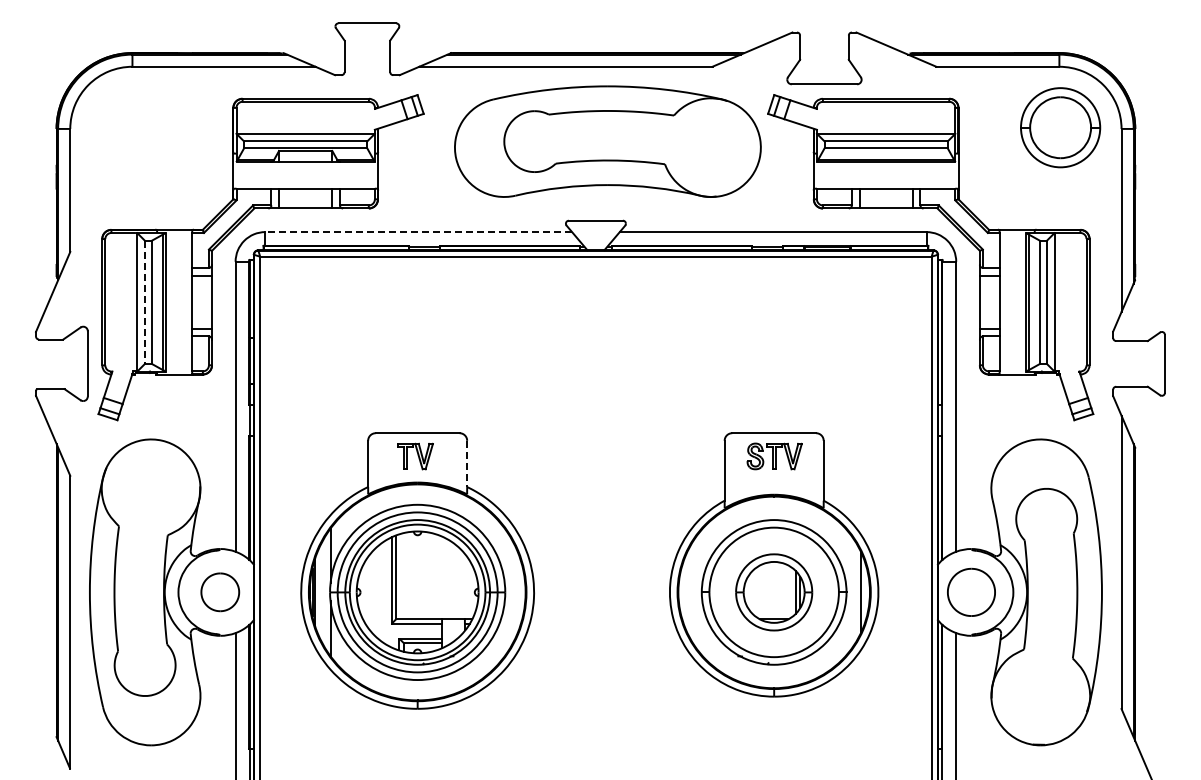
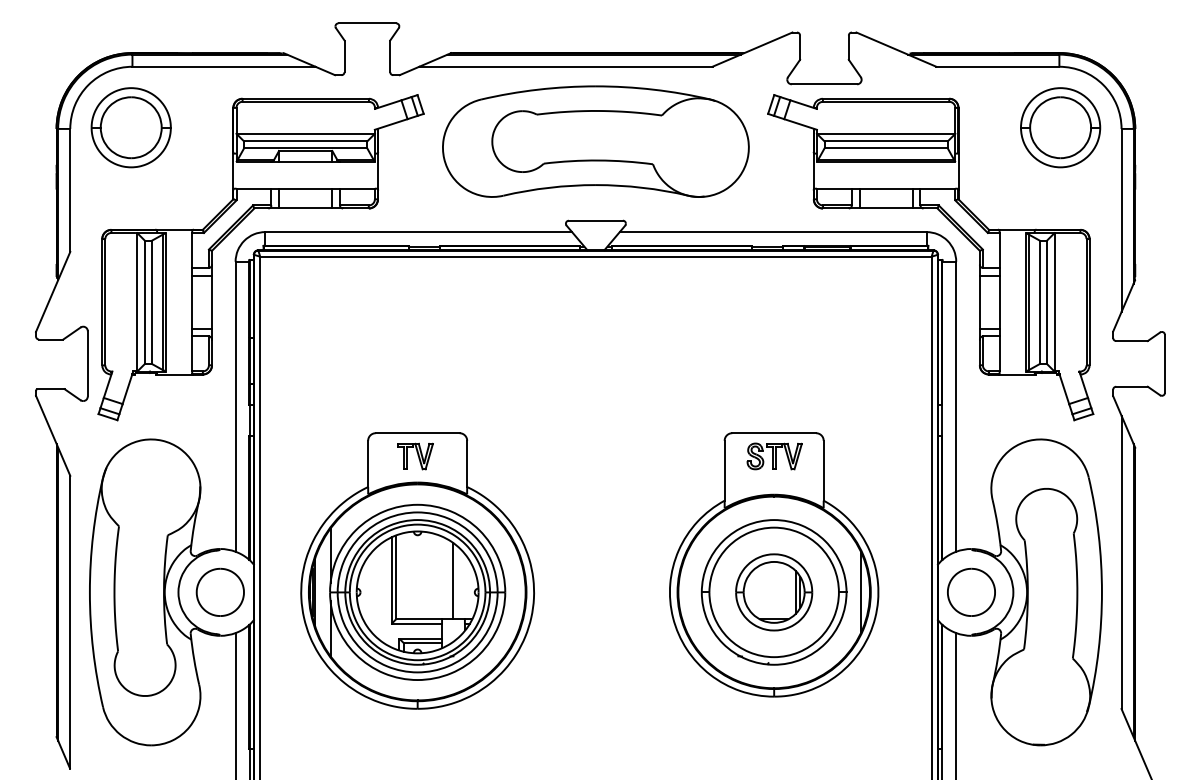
part at (130, 127): none -> present
part at (607, 141) position: (607, 141) -> (595, 141)
line at (418, 232): dashed -> solid
line at (144, 302): dashed -> solid
line at (467, 464): dashed -> solid
line at (453, 581): none -> present
part at (220, 592) size: 41x41 px -> 50x50 px
